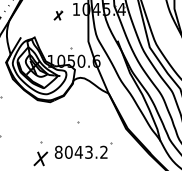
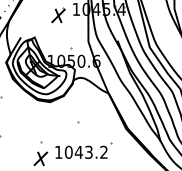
part at (58, 15) size: 11x11 px -> 15x17 px
text at (58, 151): 8043.2 -> 1043.2
